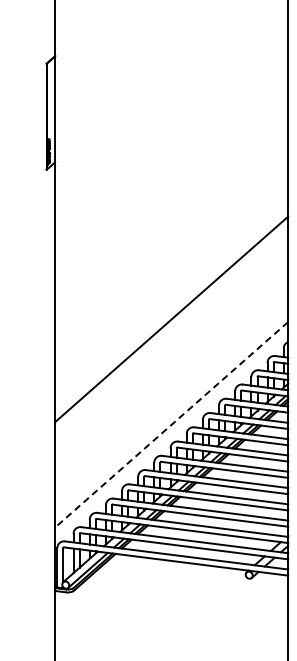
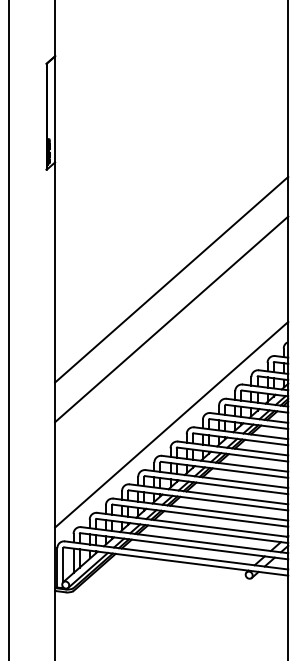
line at (171, 279): none -> present
line at (8, 329): none -> present
line at (171, 425): dashed -> solid
